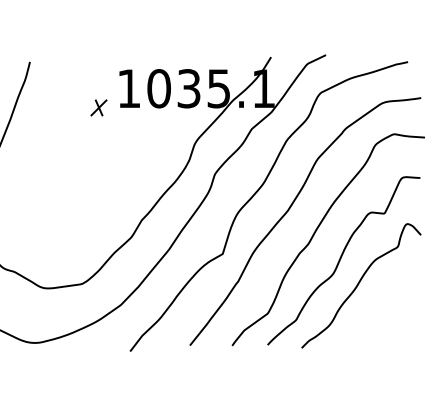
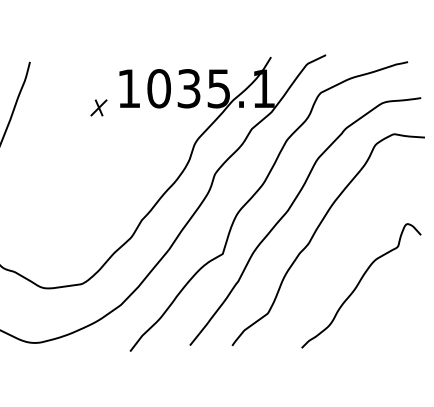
curve at (341, 258): present -> none
